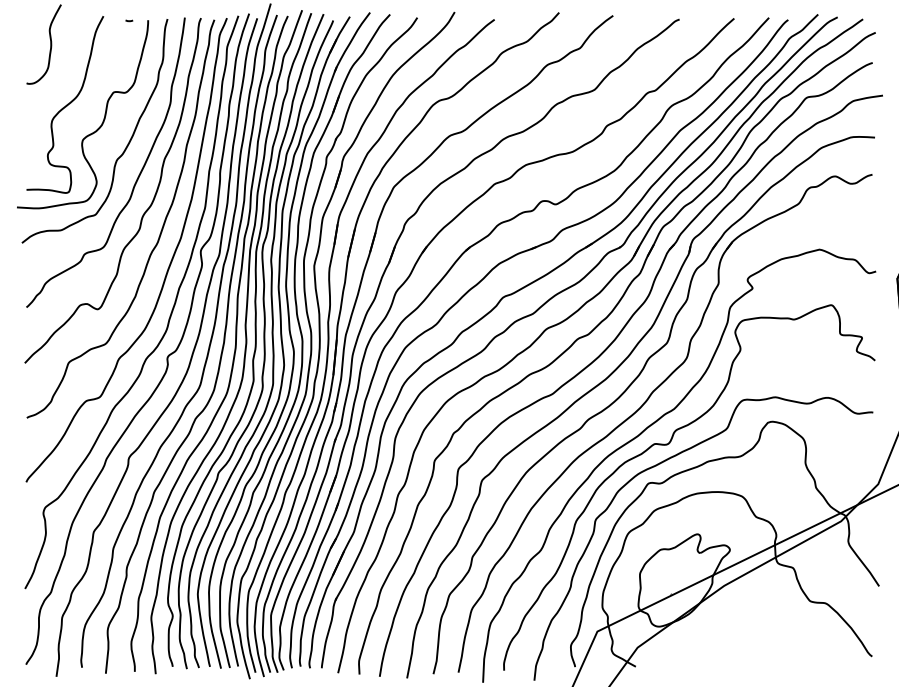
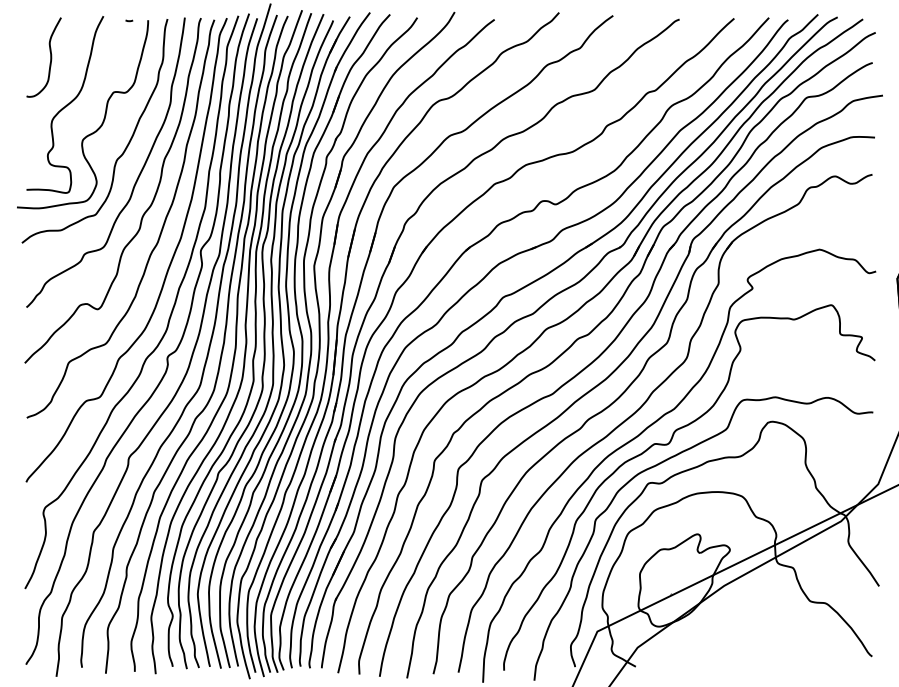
curve at (50, 44) position: (50, 44) -> (50, 57)
